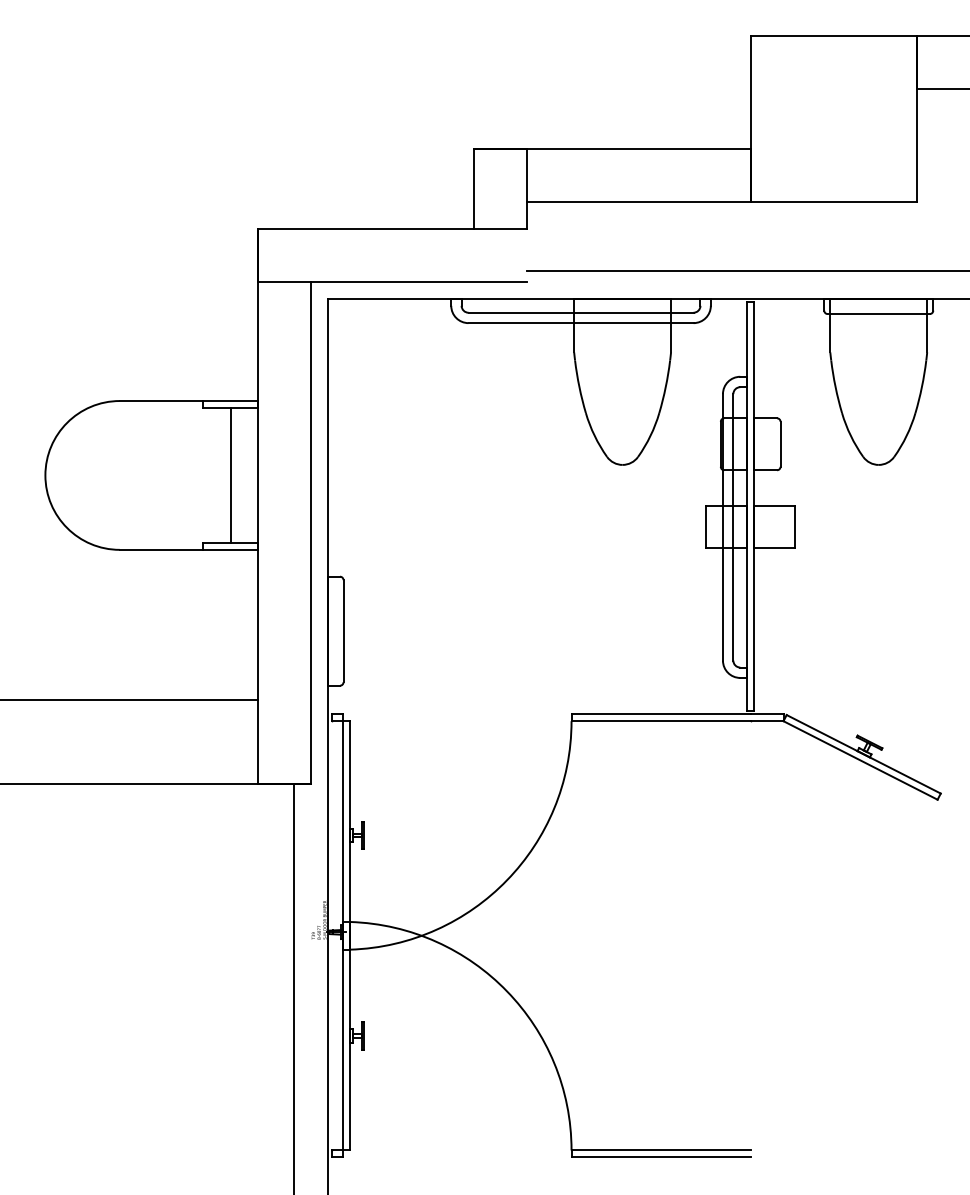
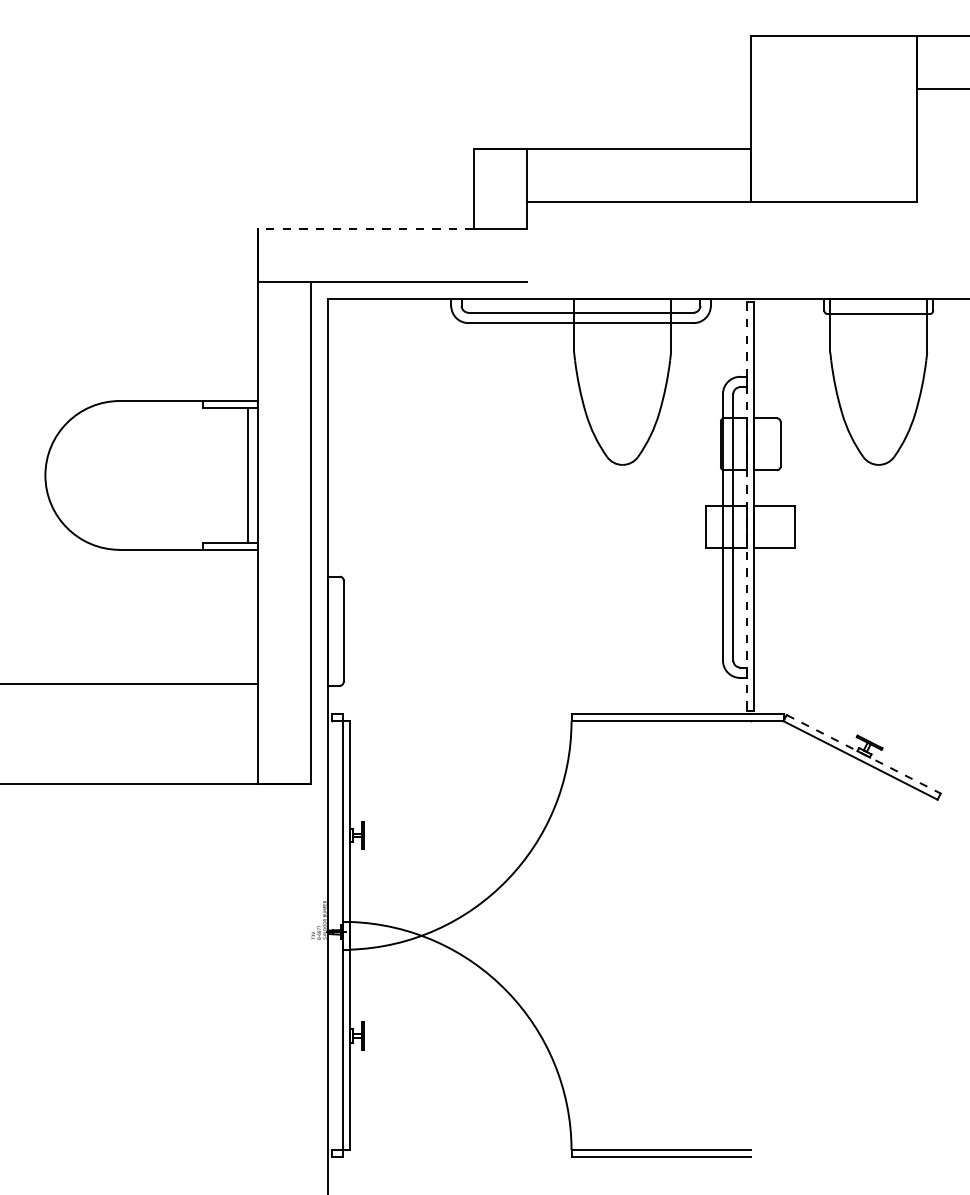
line at (366, 228): solid -> dashed
line at (746, 271): present -> none
line at (230, 474) position: (230, 474) -> (247, 474)
line at (747, 507): solid -> dashed
line at (130, 700) position: (130, 700) -> (130, 684)
line at (864, 754): solid -> dashed
line at (293, 987): present -> none
